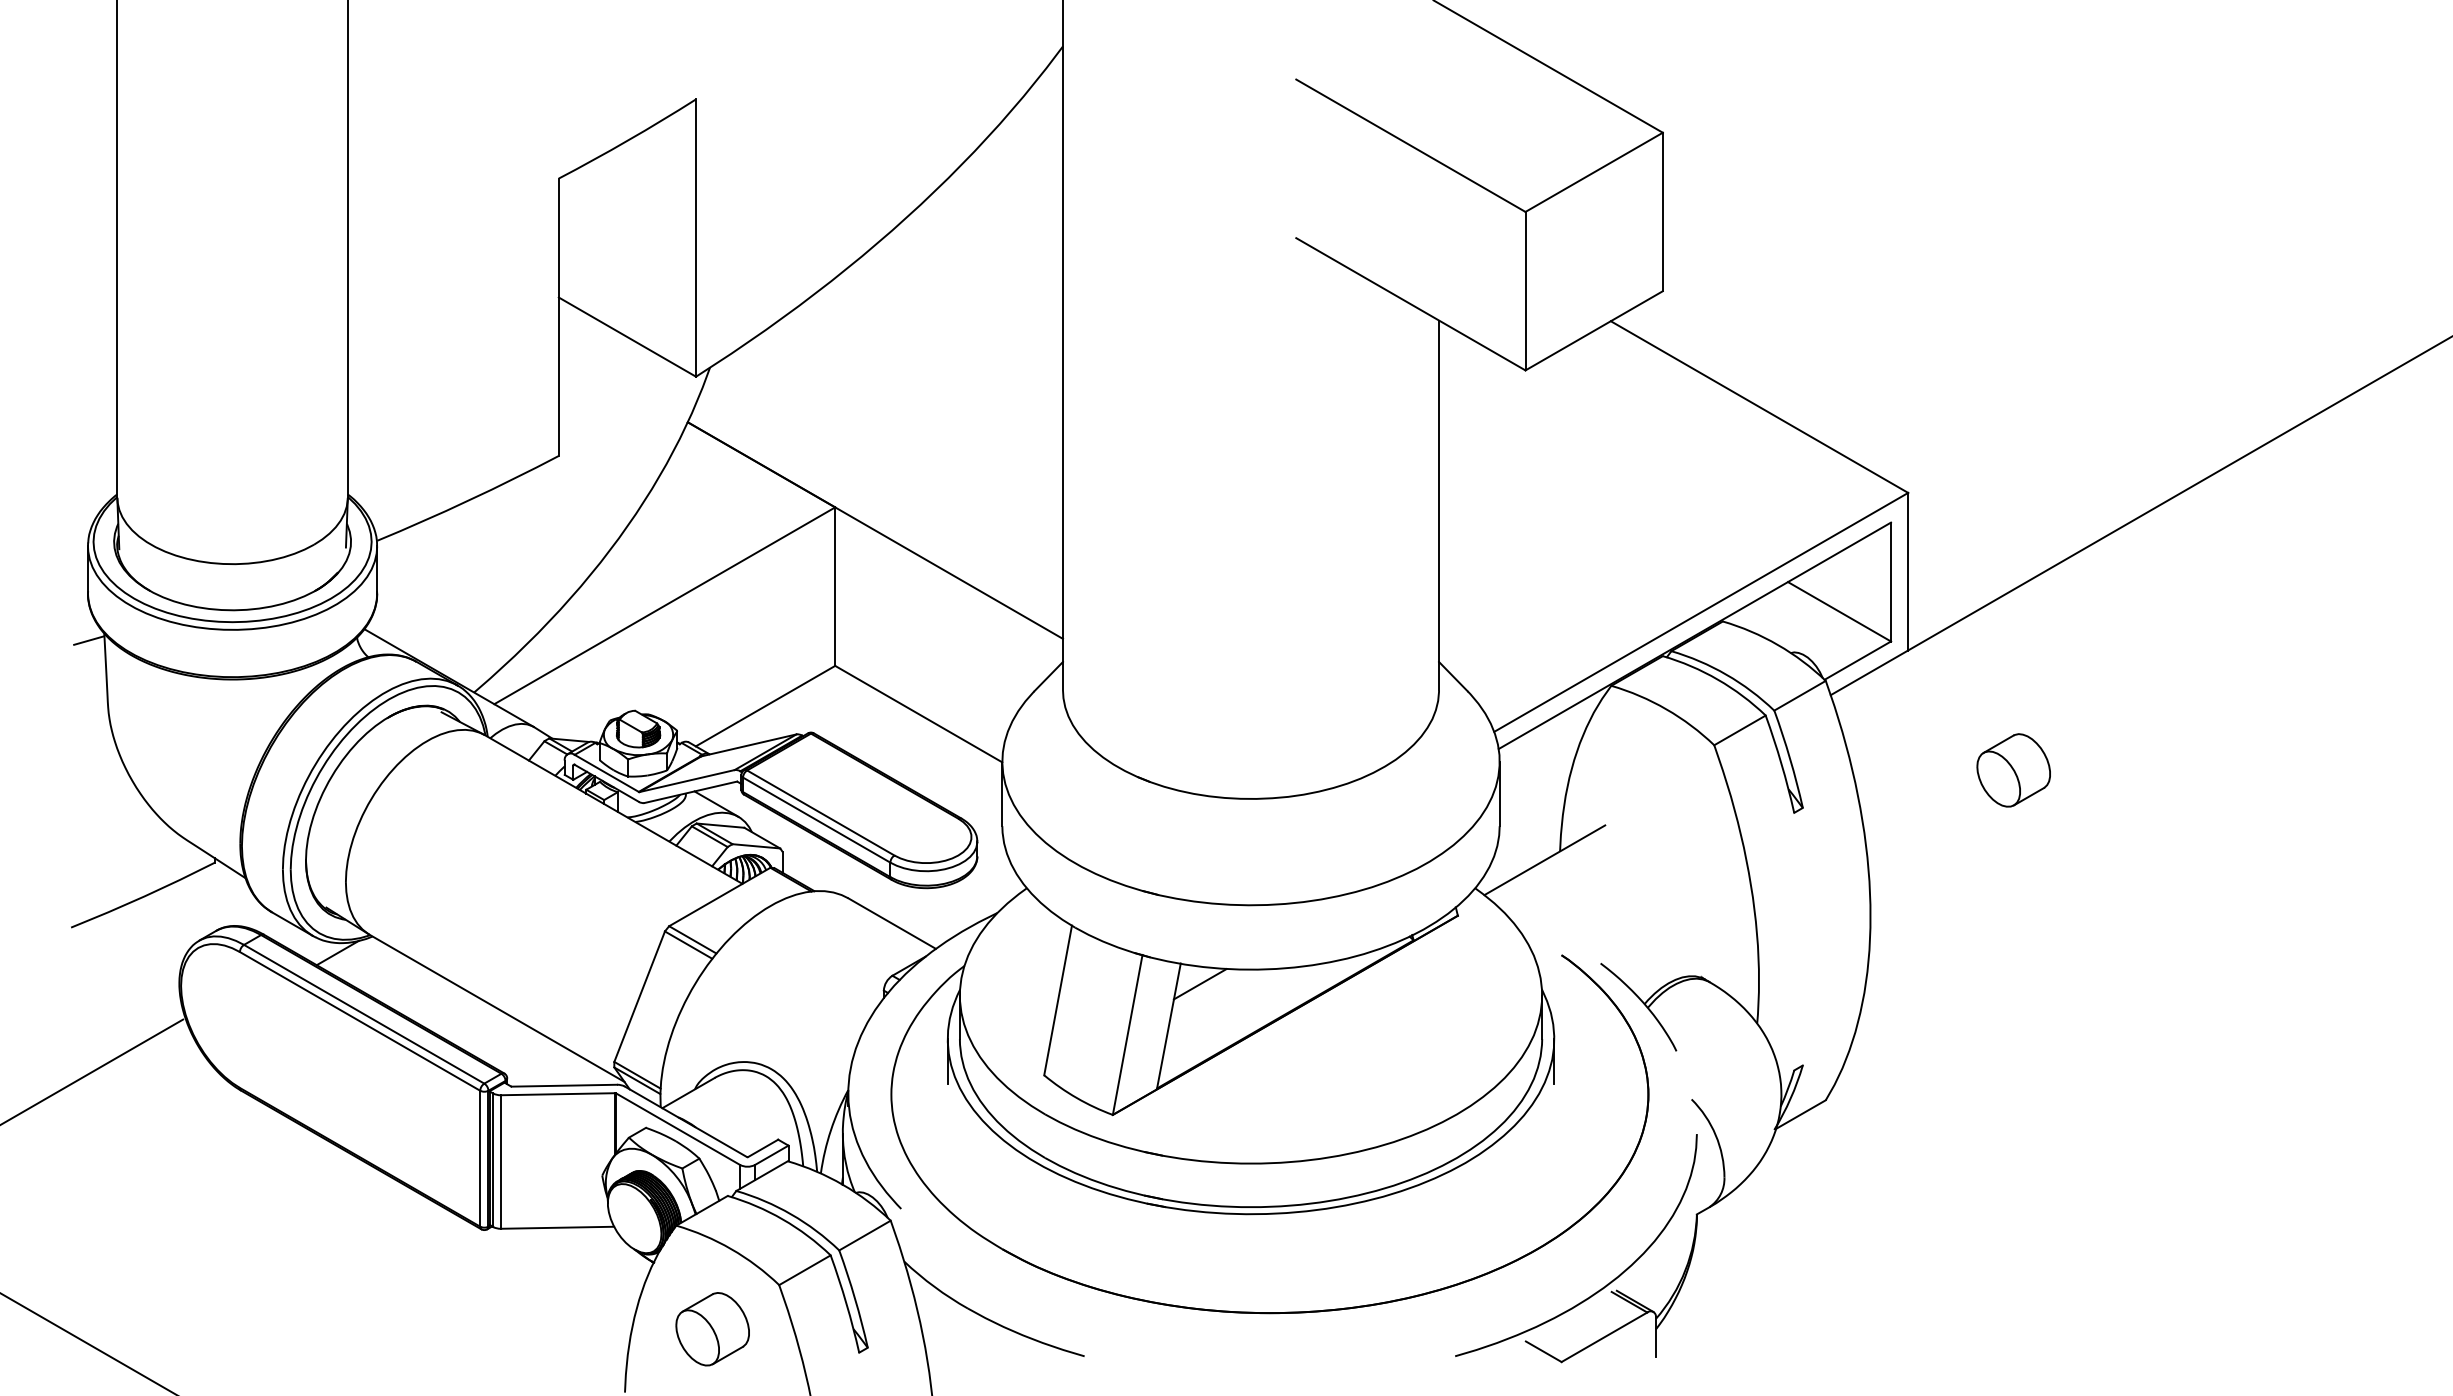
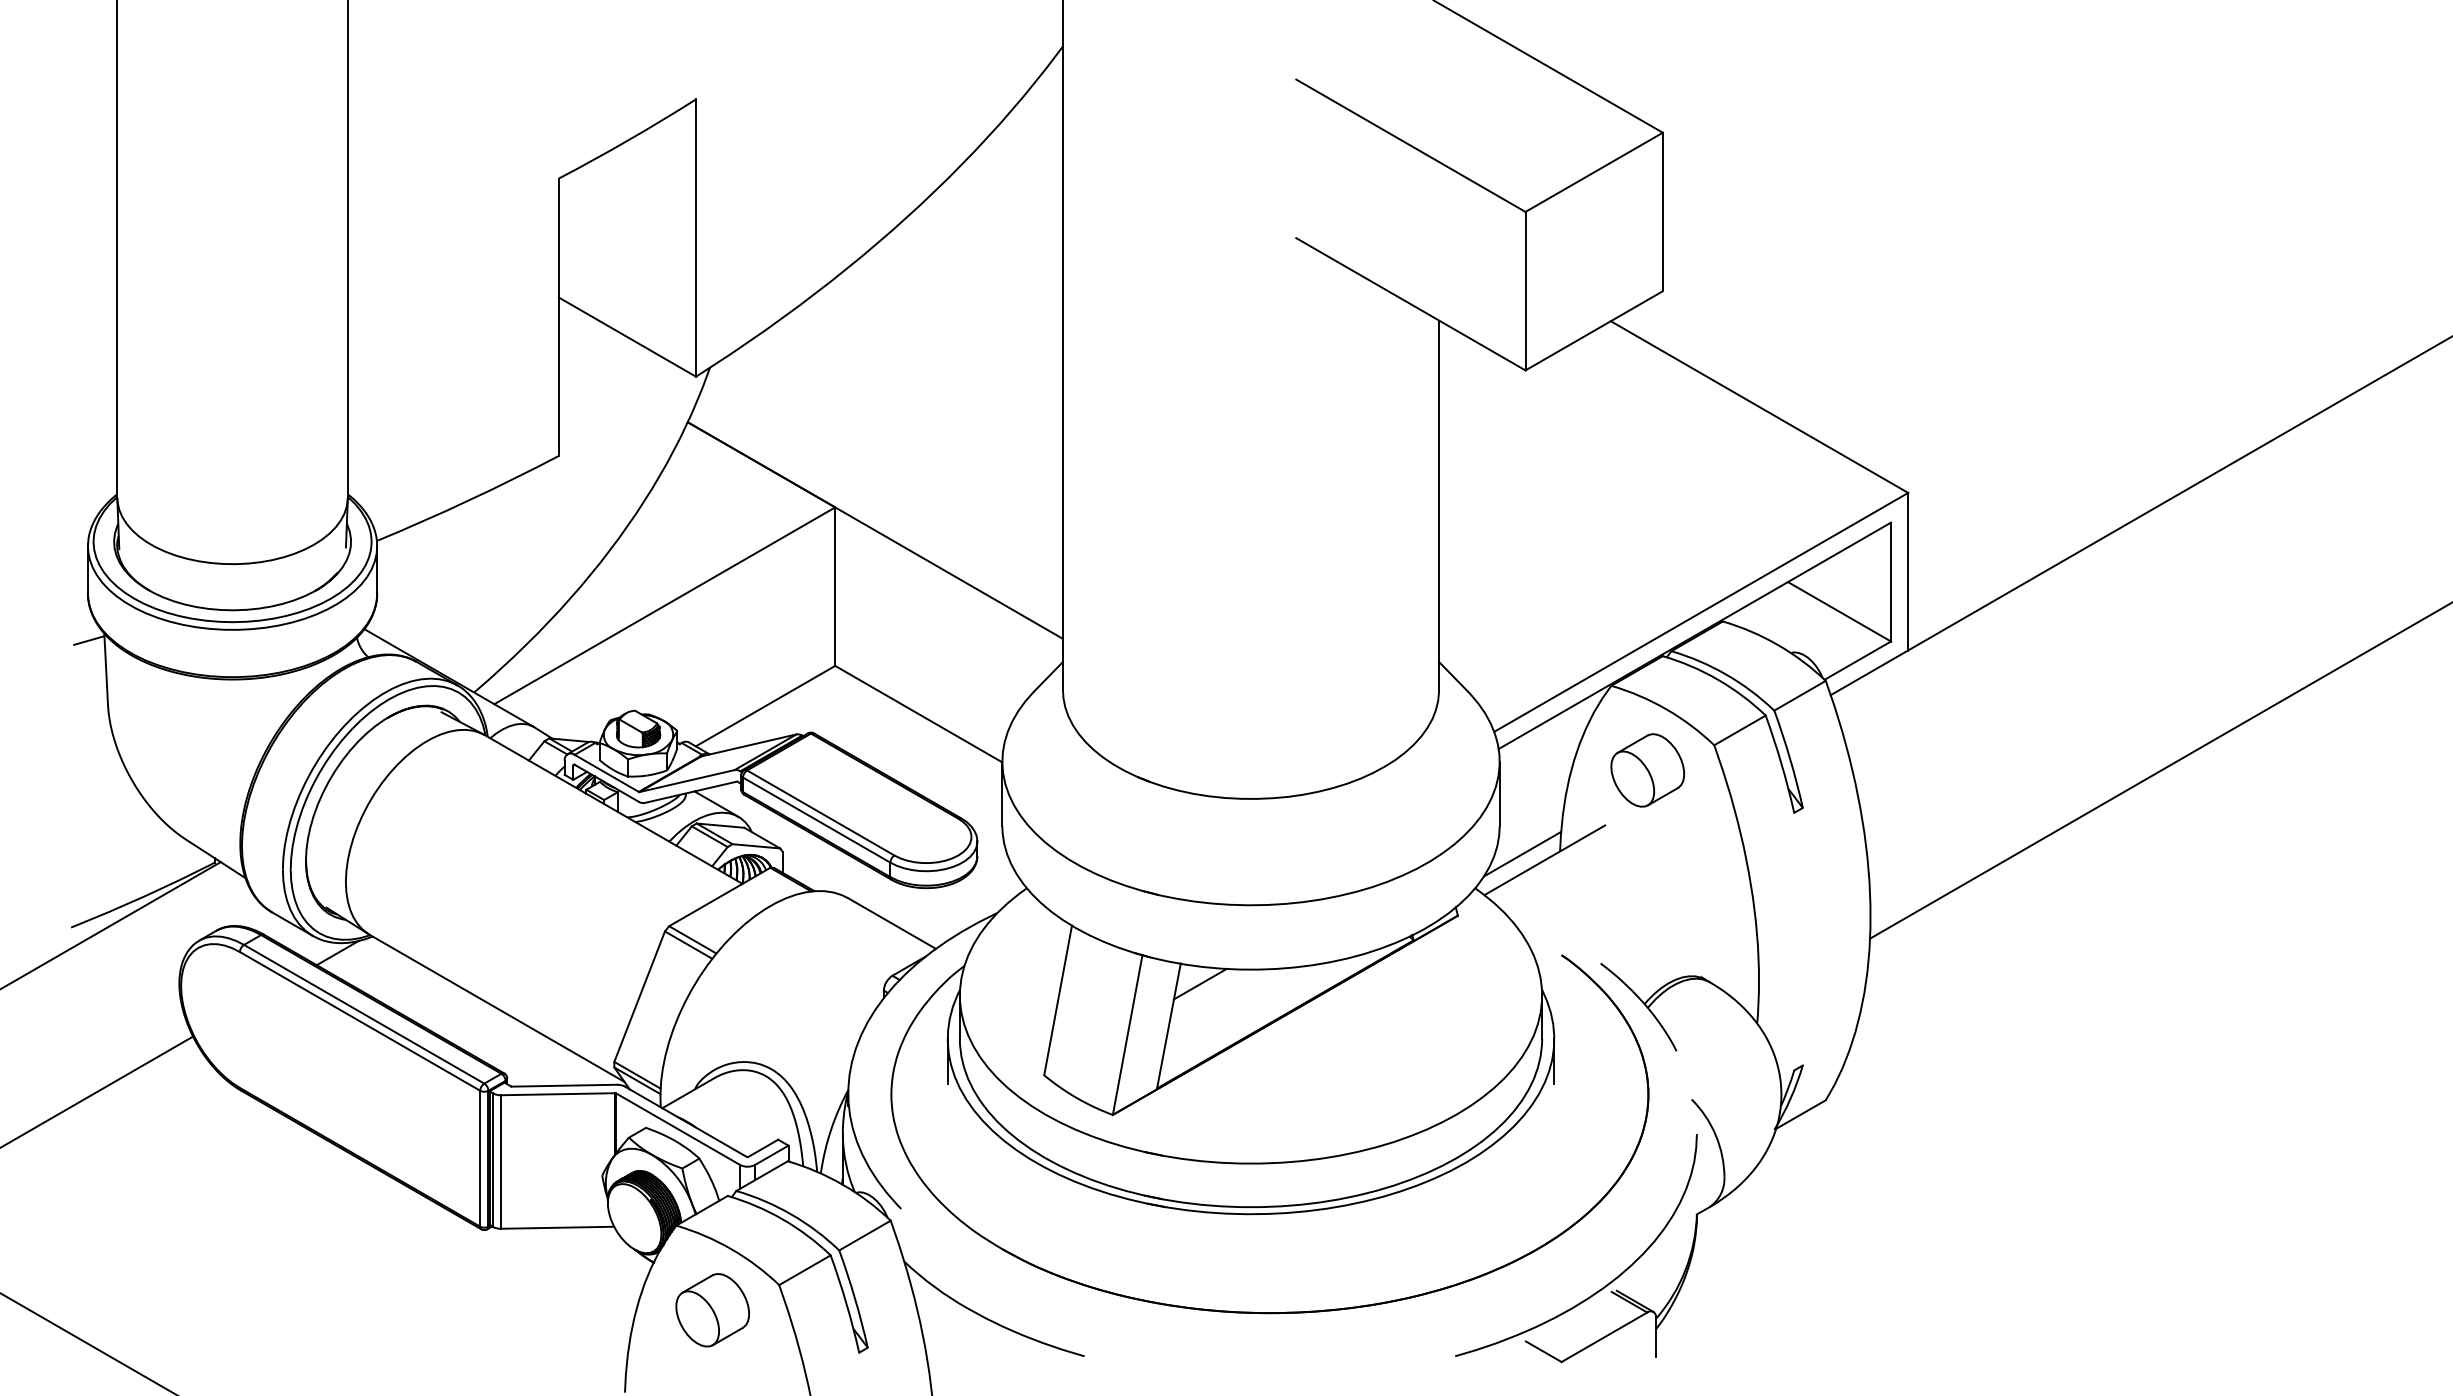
part at (2013, 770) position: (2013, 770) -> (1647, 770)
line at (2159, 771): none -> present
line at (1522, 853): none -> present
line at (111, 925): none -> present
line at (92, 1071) position: (92, 1071) -> (97, 1091)
part at (712, 1329) position: (712, 1329) -> (712, 1310)
